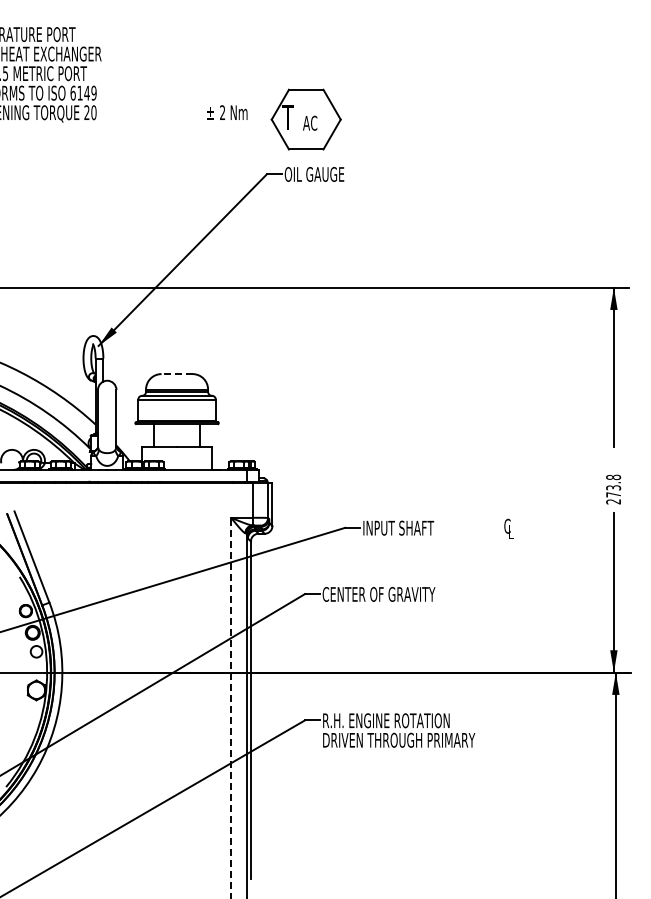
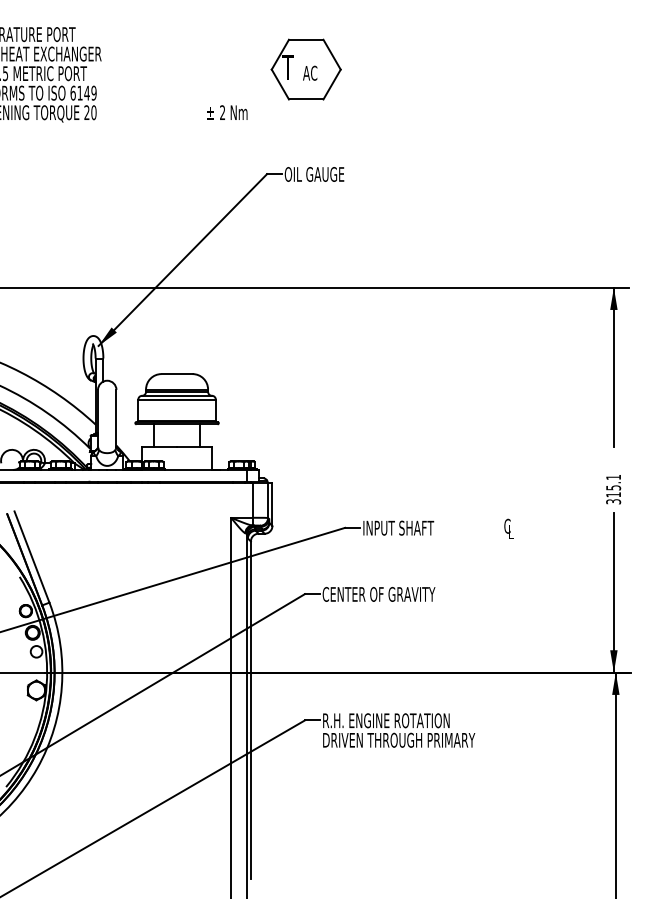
part at (305, 119) position: (305, 119) -> (305, 69)
line at (177, 374): dashed -> solid
text at (613, 489): 273.8 -> 315.1
line at (231, 707): dashed -> solid
